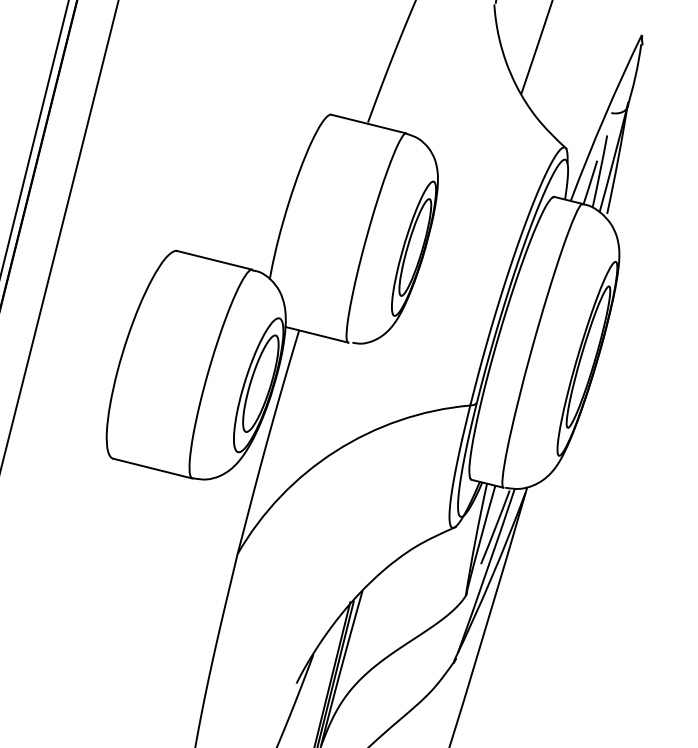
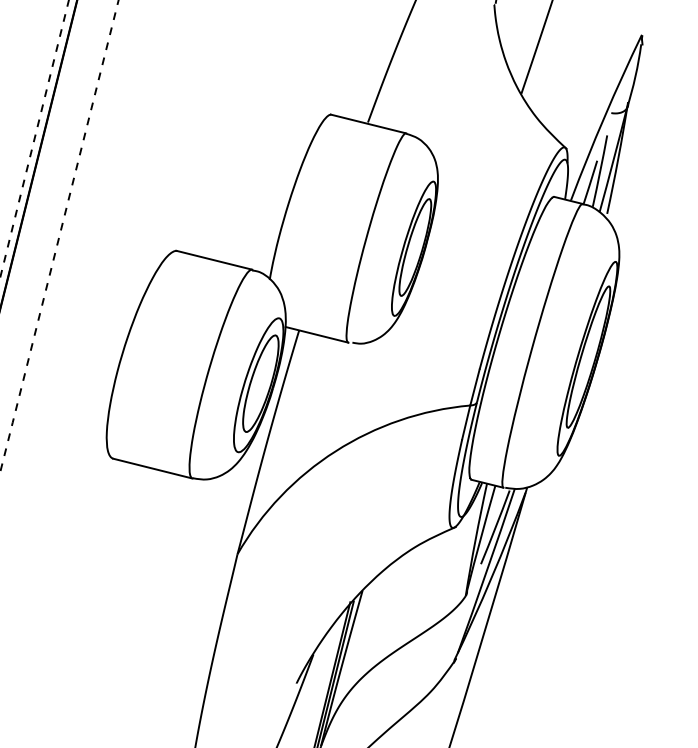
arc at (34, 139): solid -> dashed
arc at (59, 236): solid -> dashed
